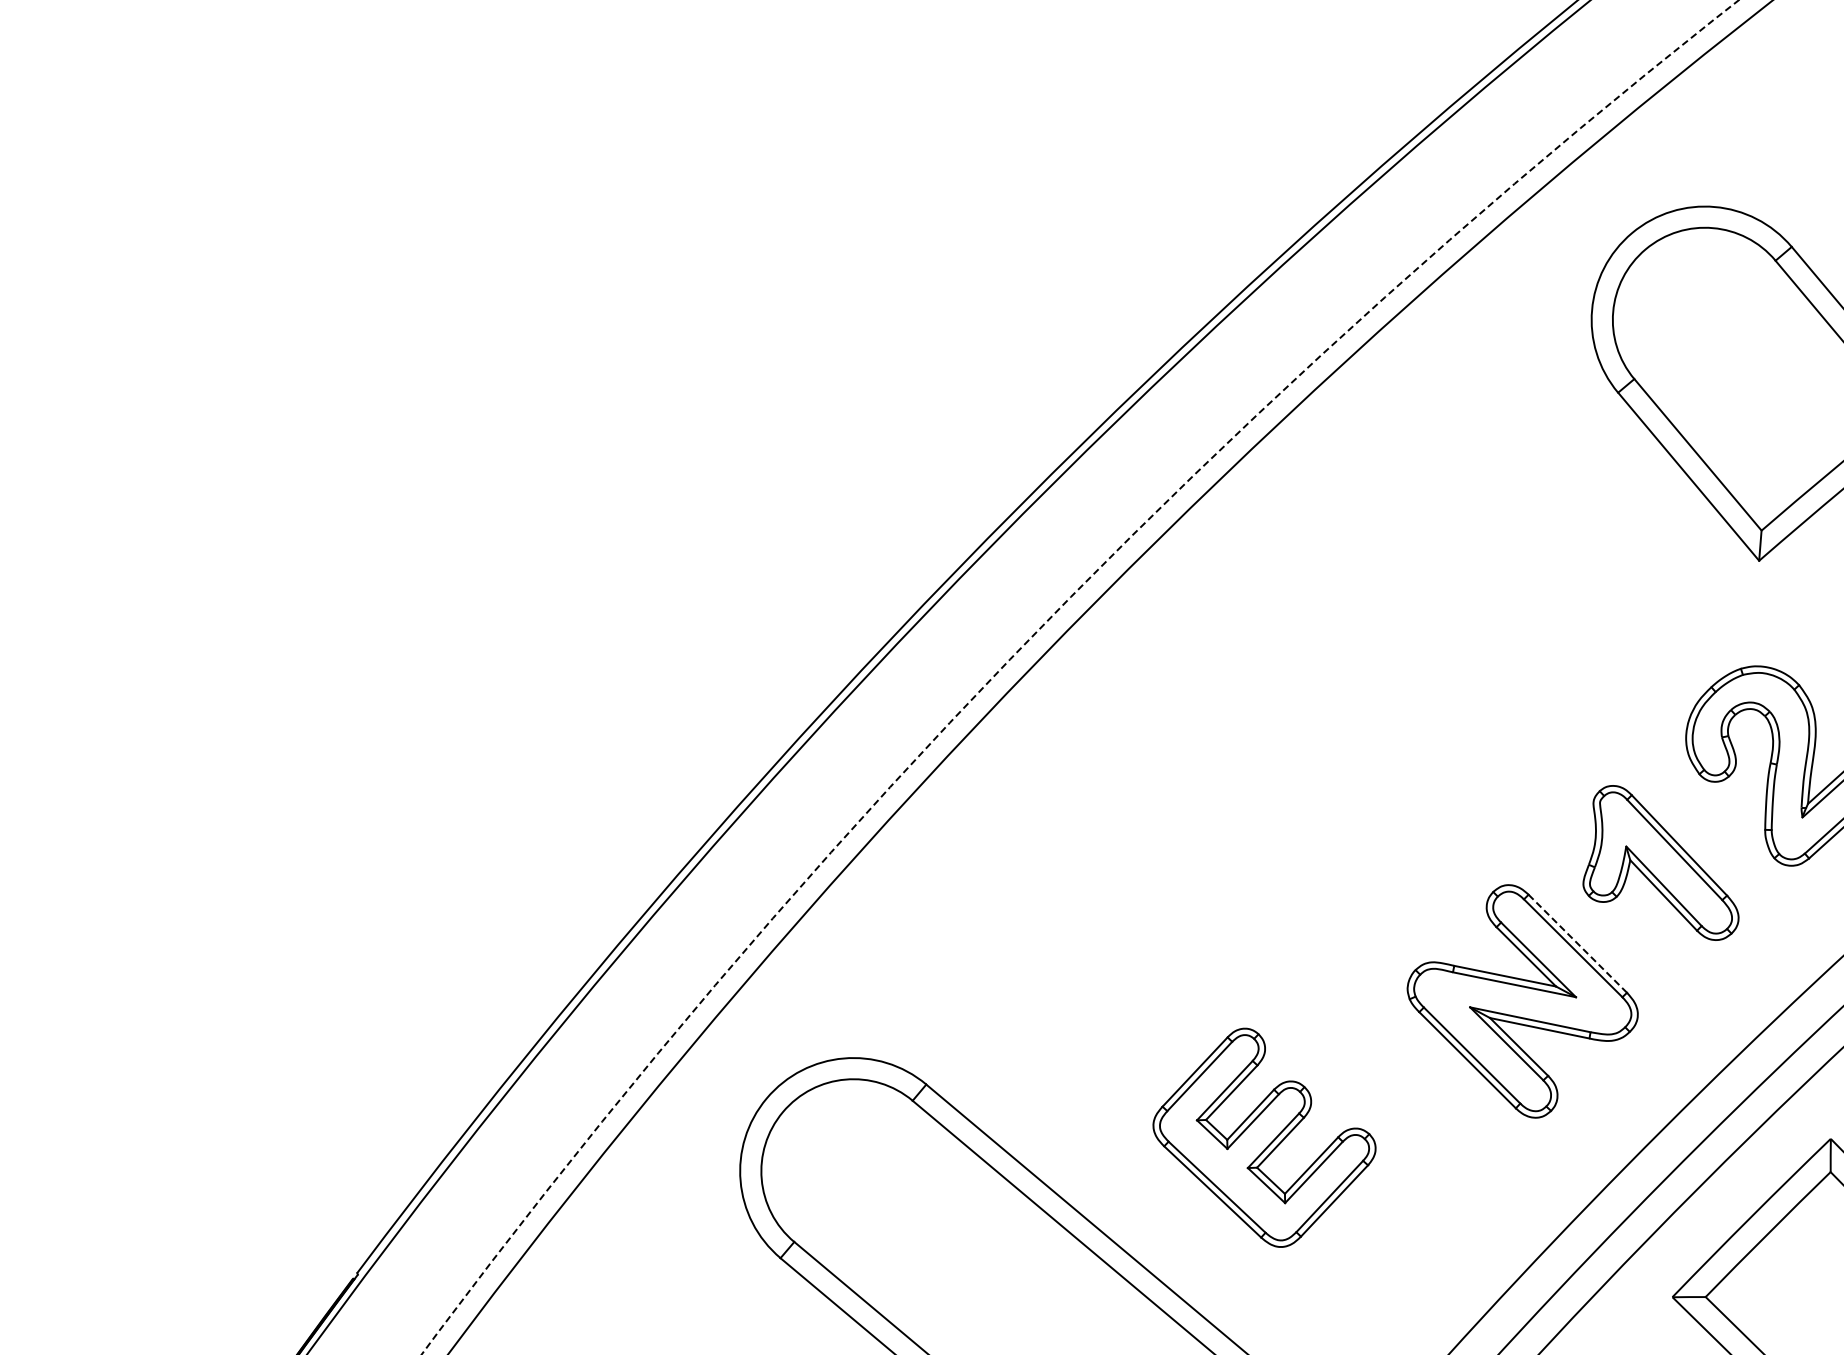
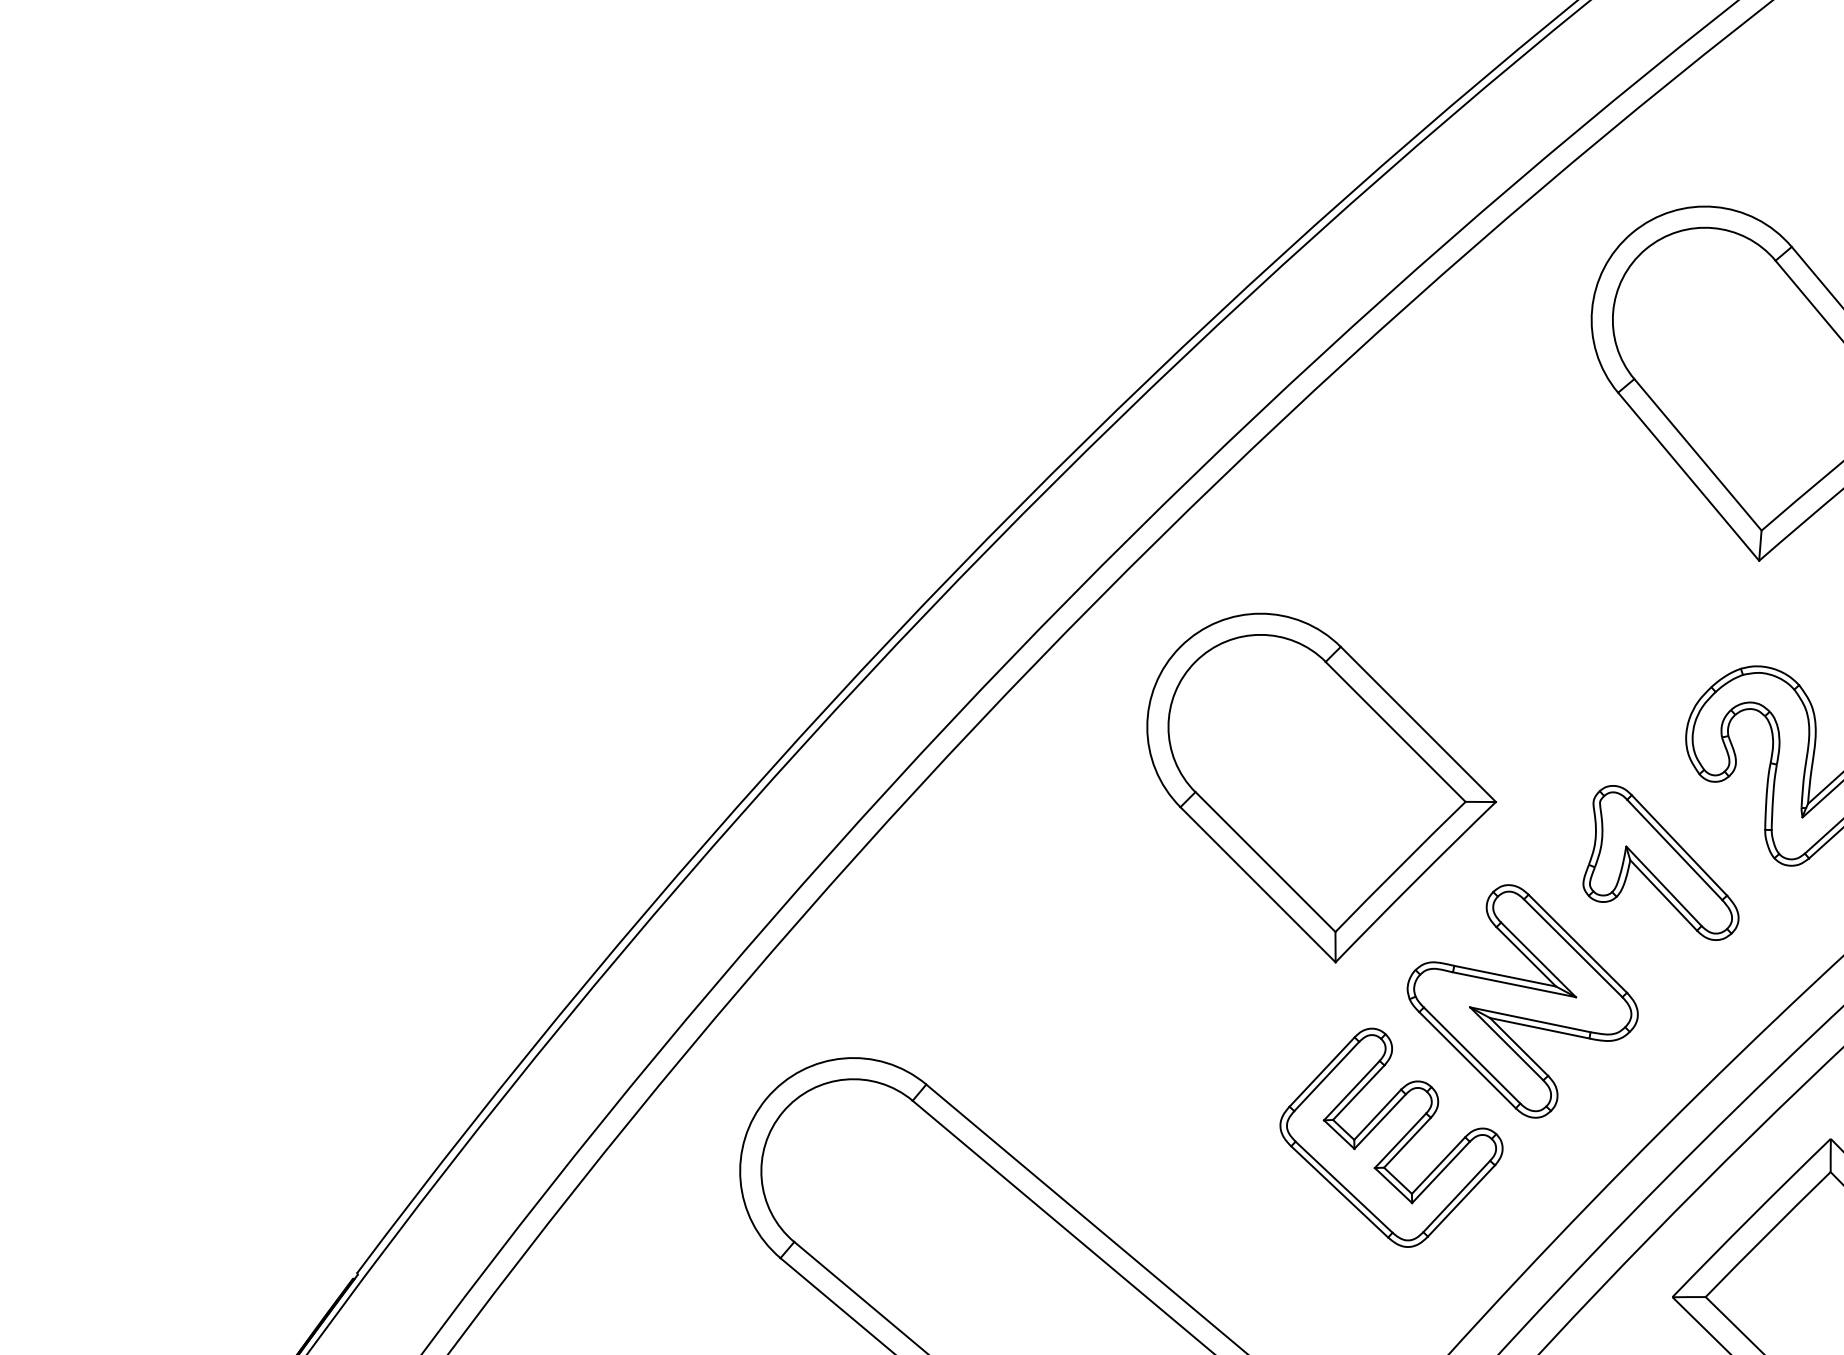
arc at (1034, 633): dashed -> solid
part at (1321, 787): none -> present
line at (1578, 944): dashed -> solid
part at (1264, 1137) position: (1264, 1137) -> (1391, 1137)
